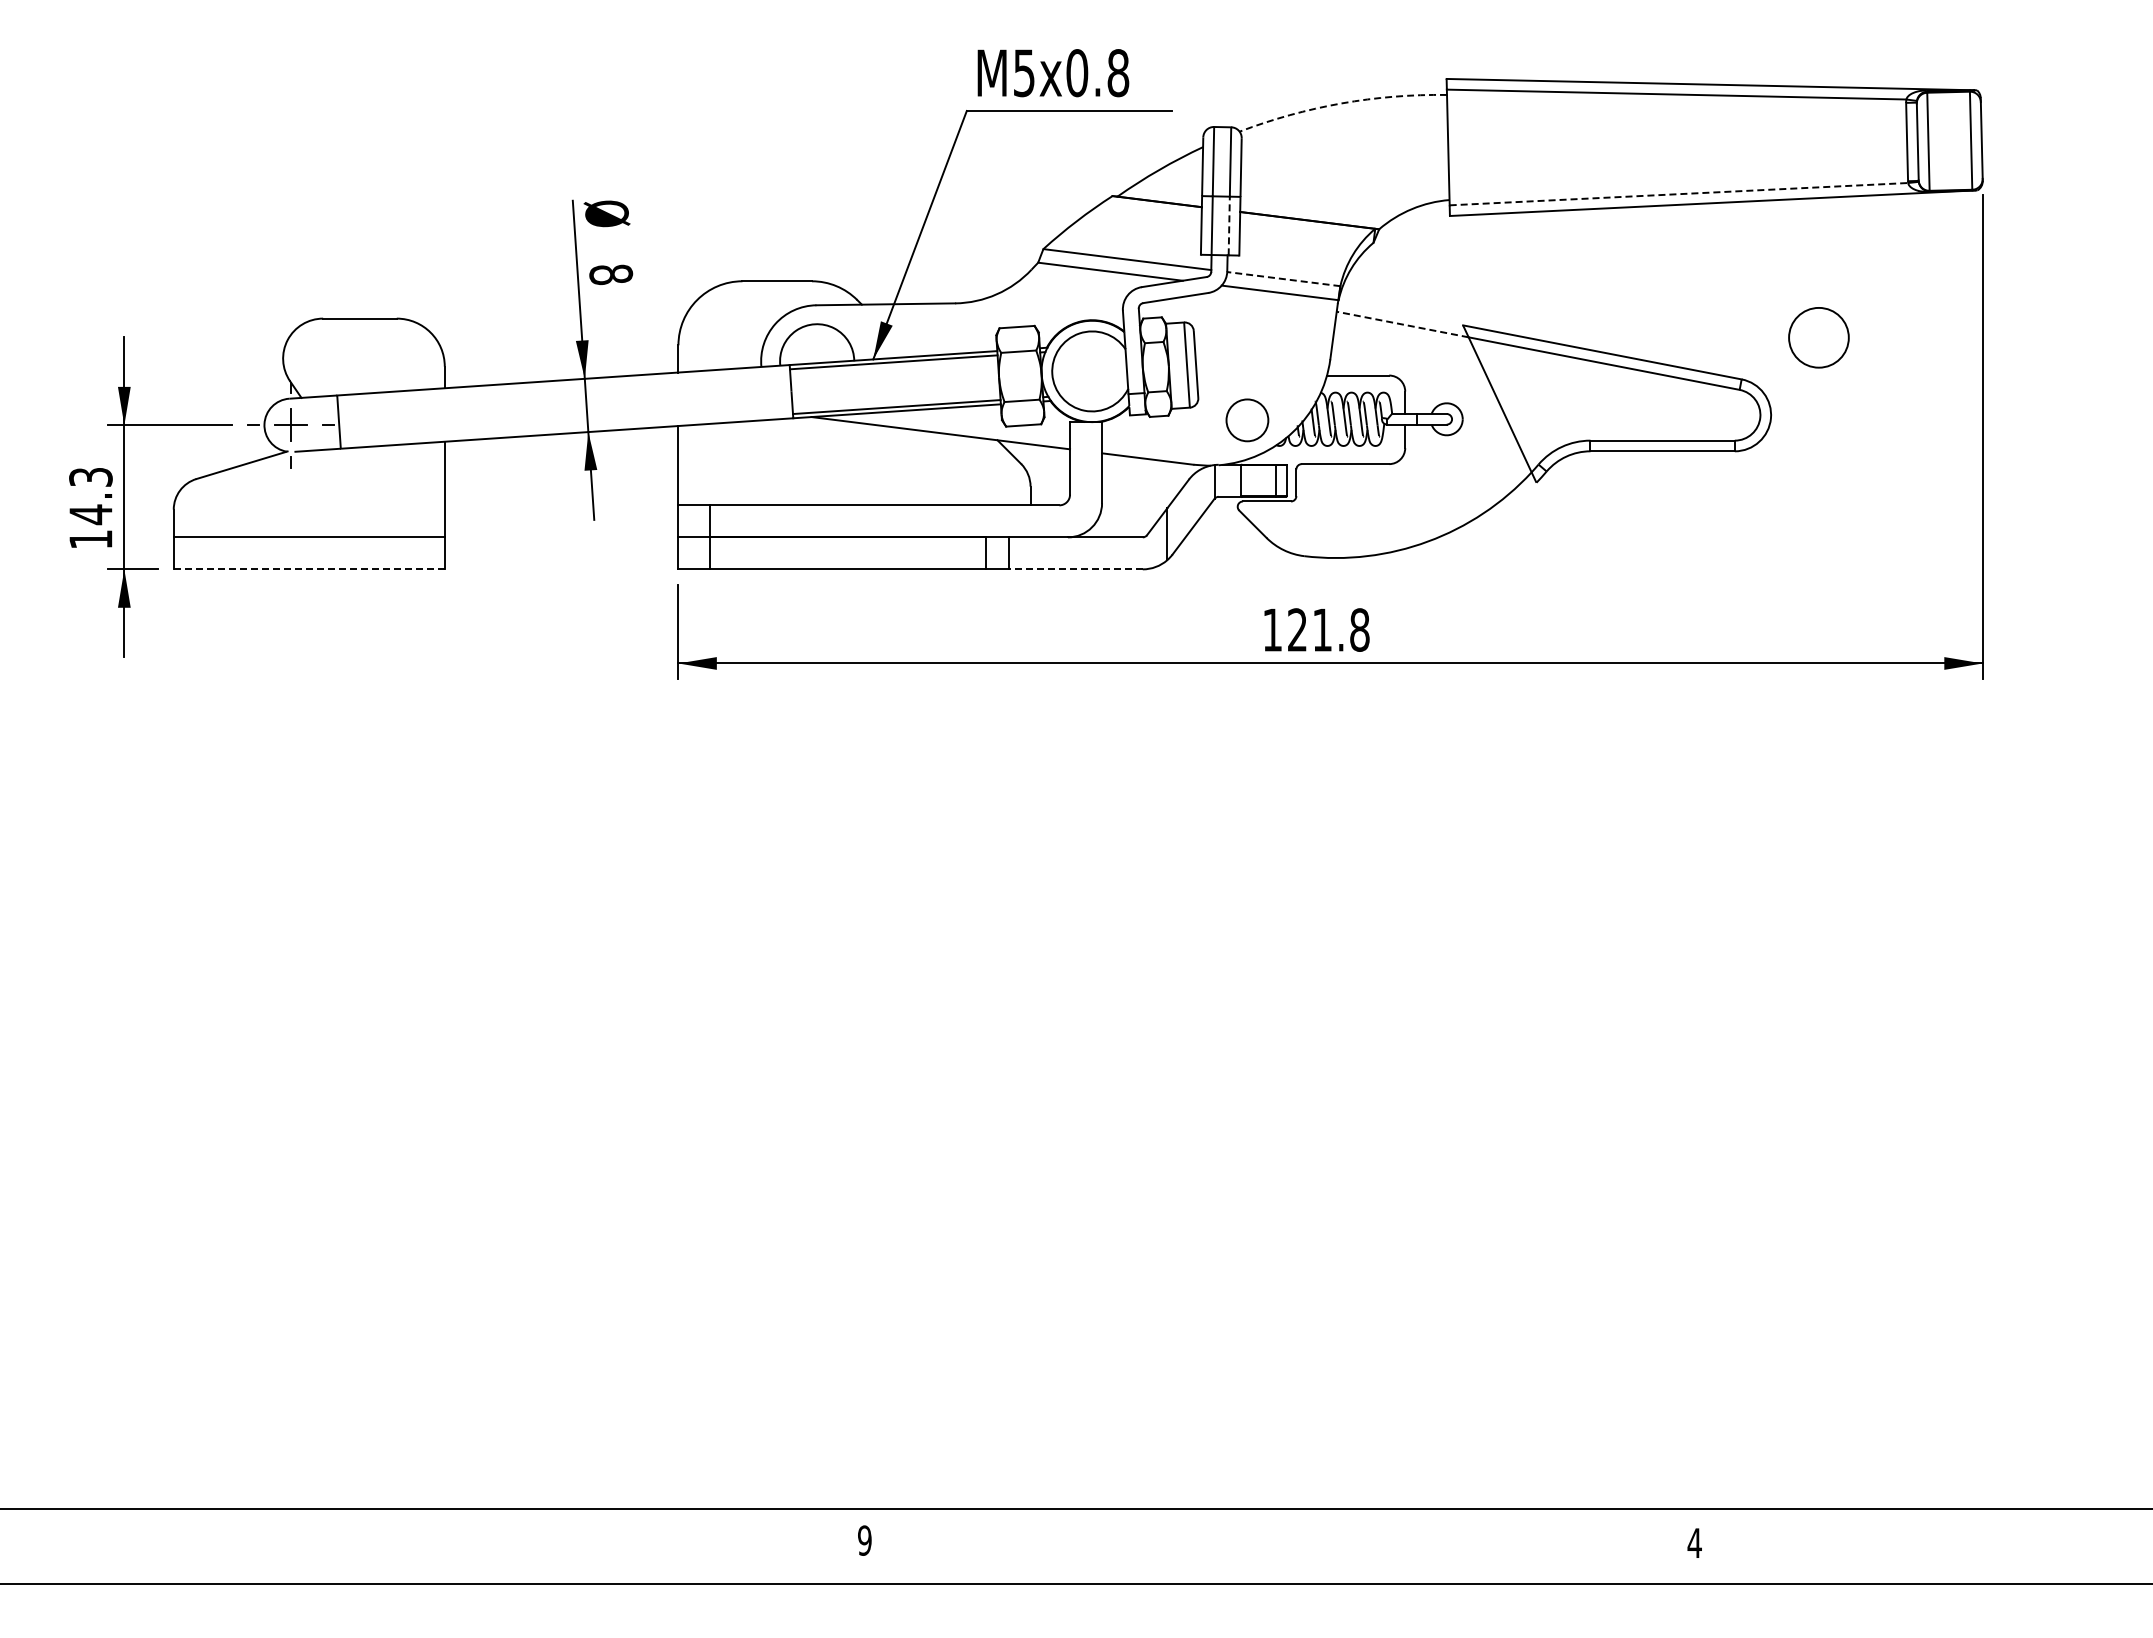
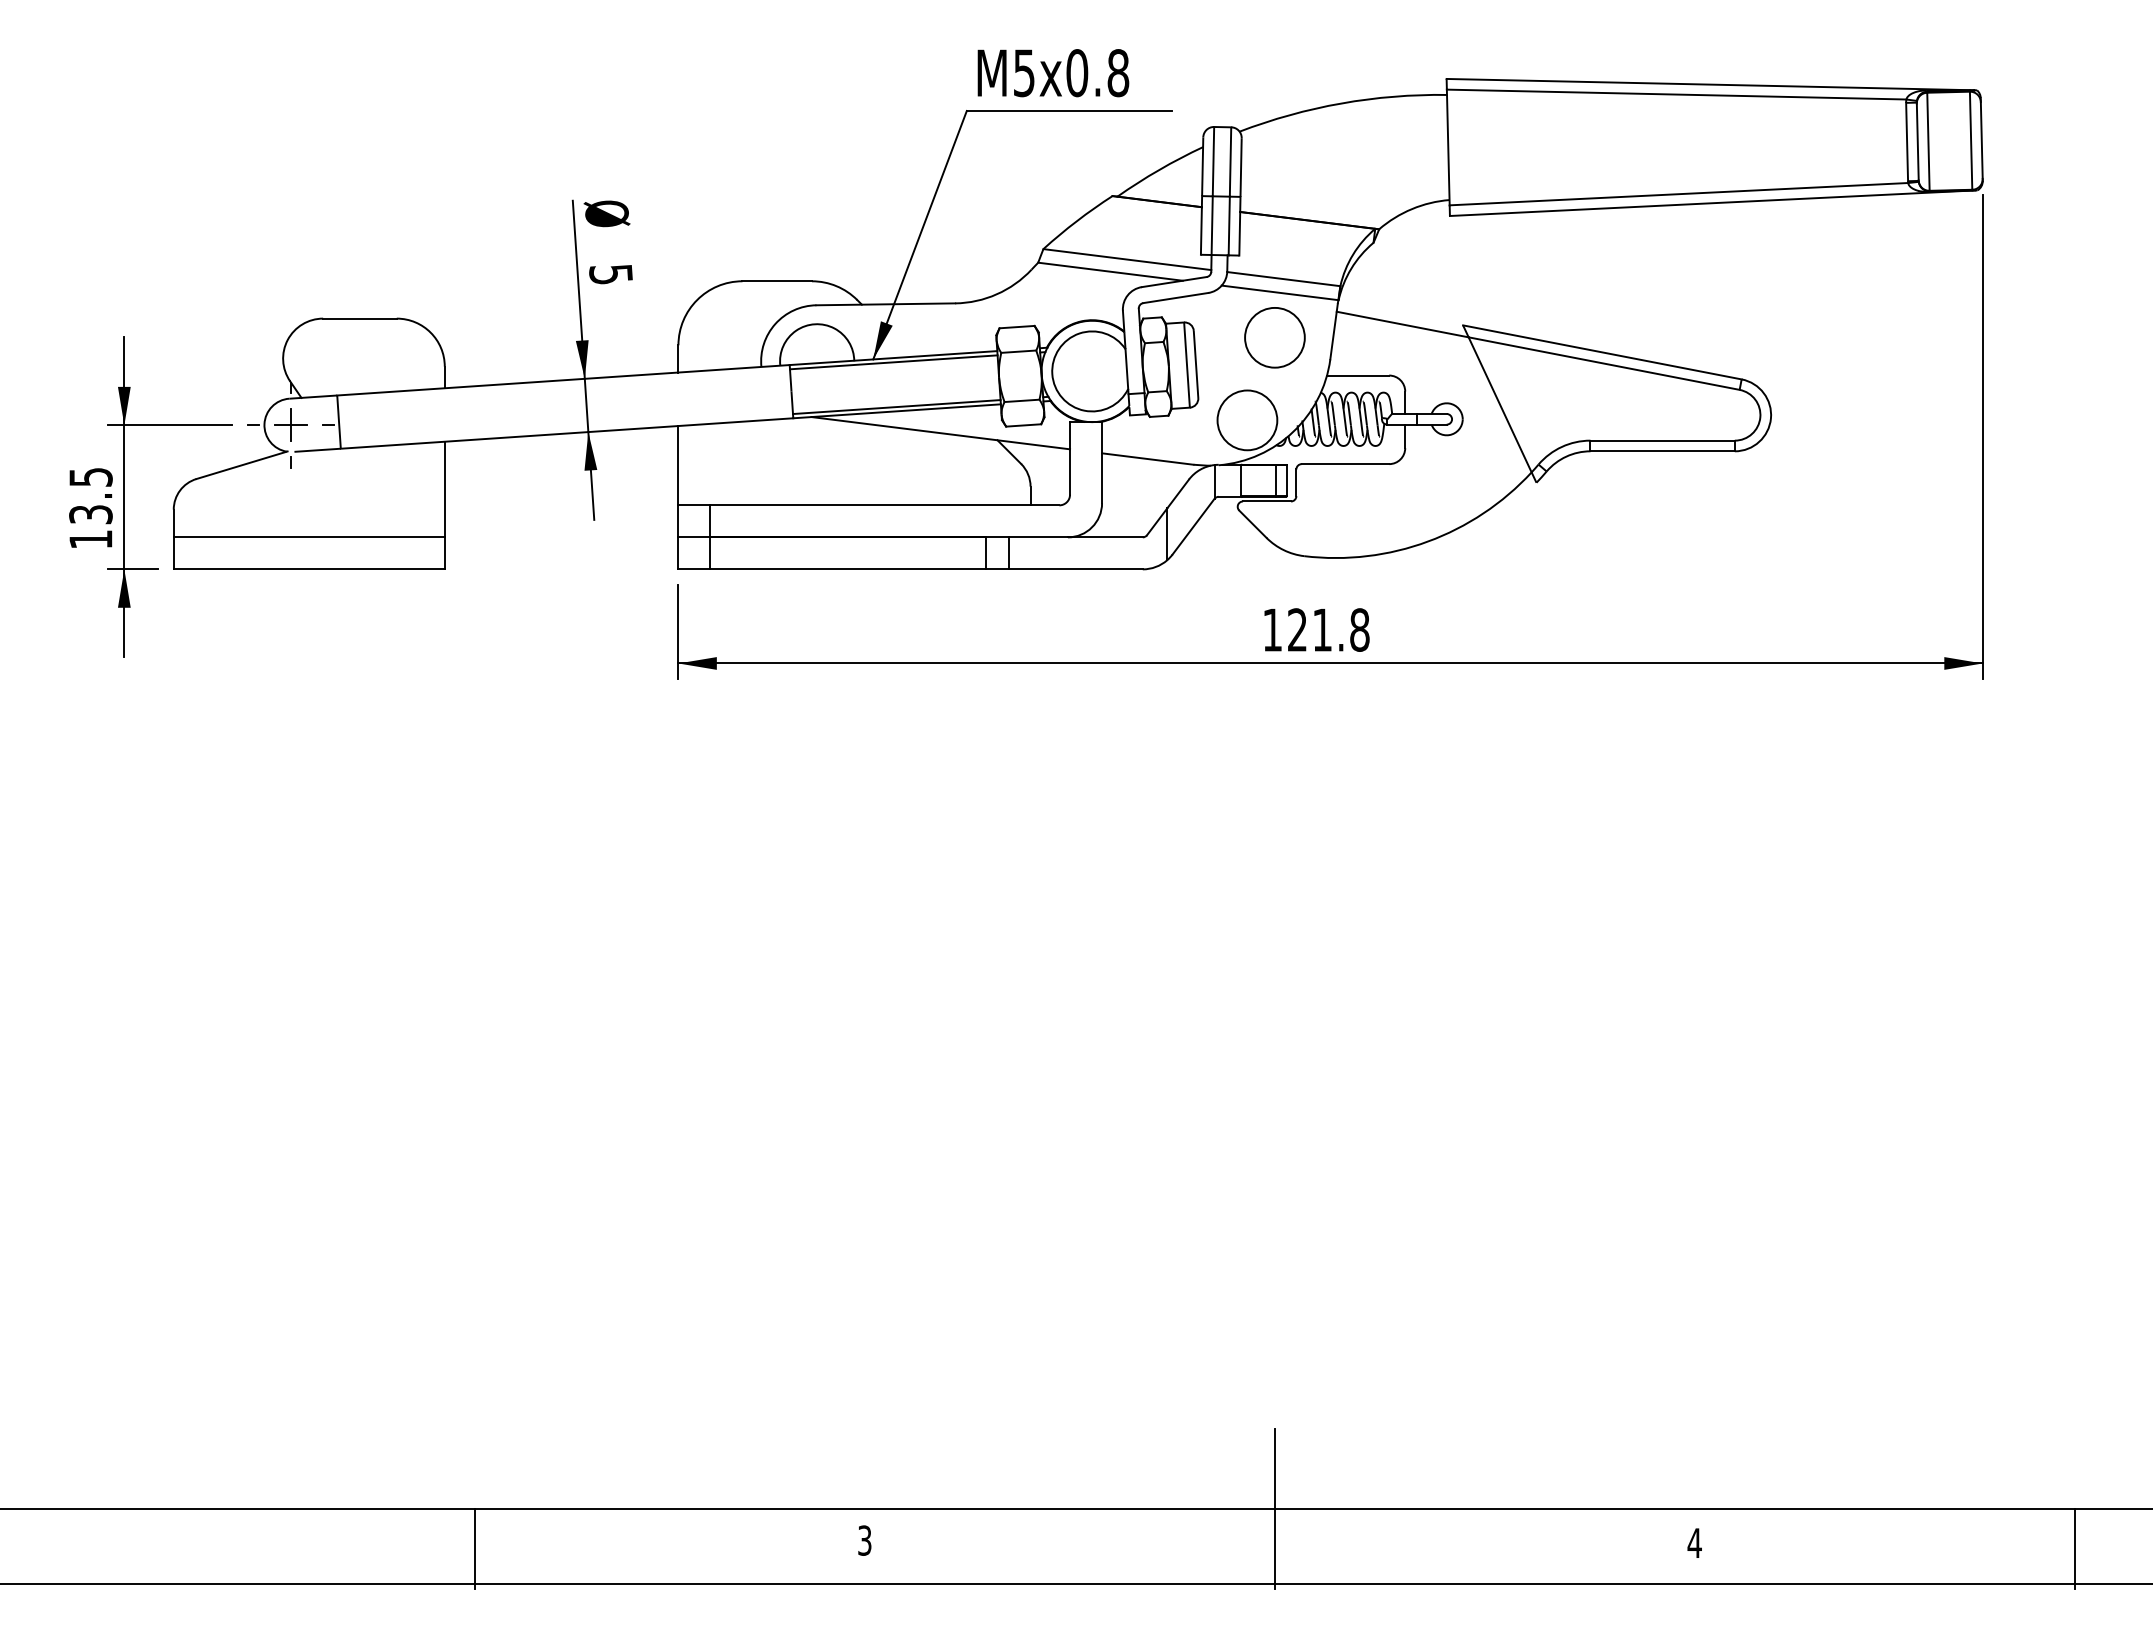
arc at (1341, 103): dashed -> solid
line at (1678, 194): dashed -> solid
line at (1229, 225): dashed -> solid
text at (611, 274): 8 -> 5
line at (1283, 279): dashed -> solid
line at (1402, 324): dashed -> solid
circle at (1818, 337) position: (1818, 337) -> (1274, 337)
circle at (1247, 420) diameter: 42 px -> 60 px
text at (90, 496): 14.3 -> 13.5
line at (309, 569): dashed -> solid
line at (1075, 569): dashed -> solid
line at (1274, 1508): none -> present
text at (864, 1540): 9 -> 3
line at (474, 1548): none -> present
line at (2075, 1548): none -> present
